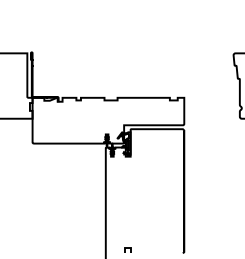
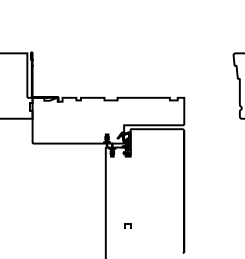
line at (127, 248) position: (127, 248) -> (127, 224)
